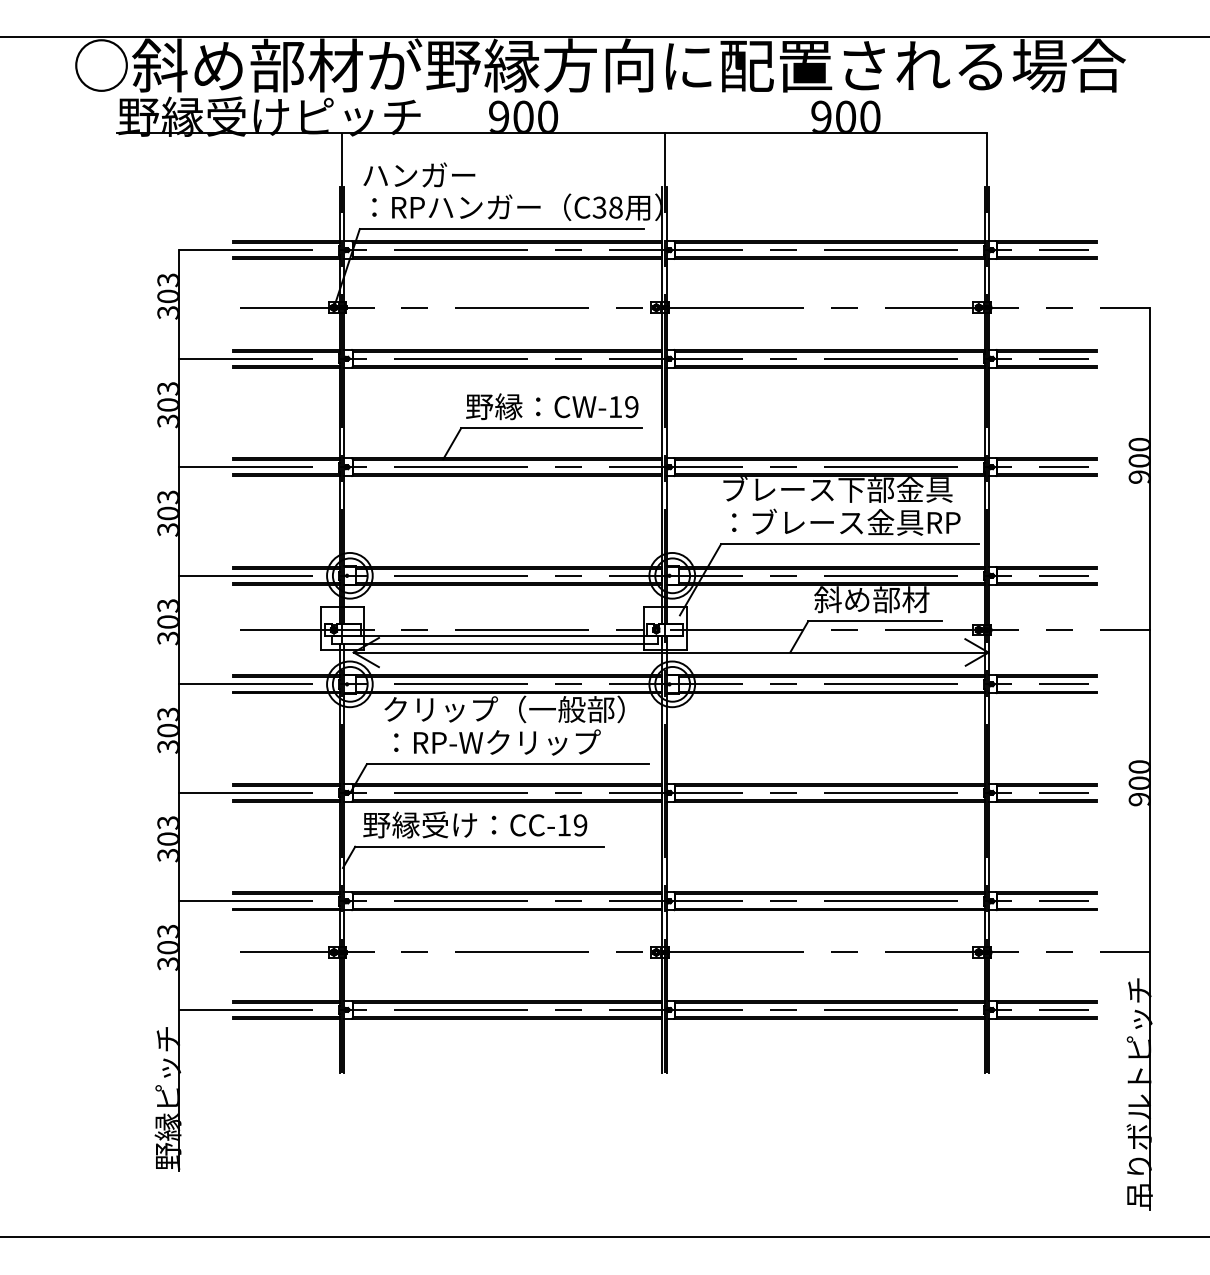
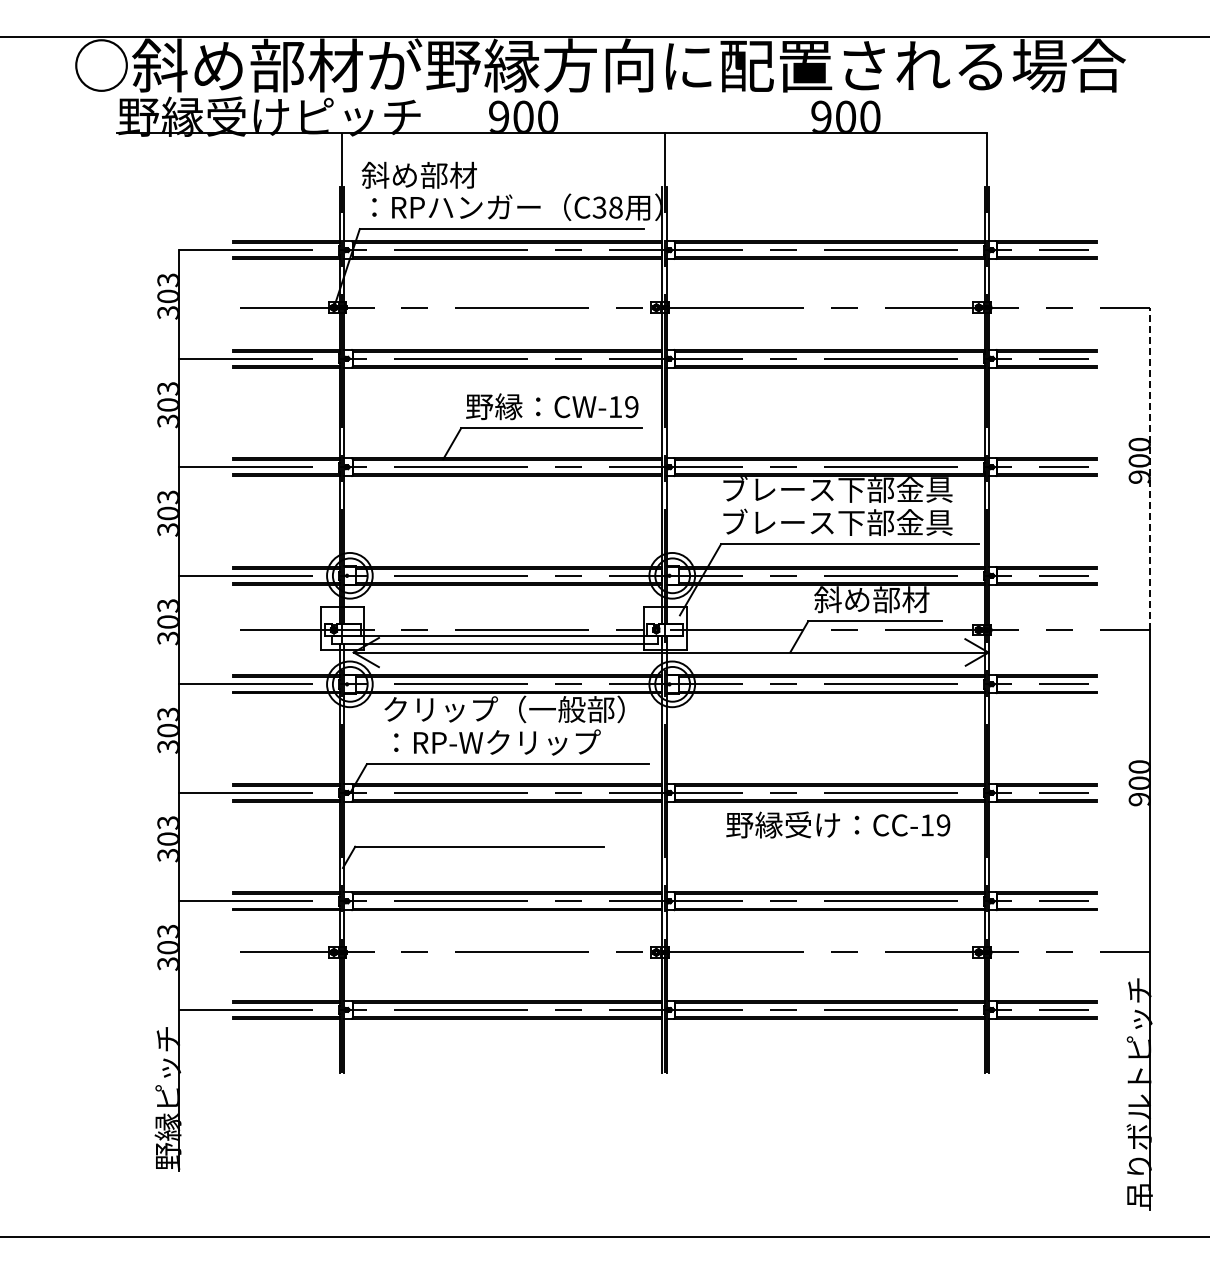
text at (418, 174): ハンガー -> 斜め部材
line at (1150, 468): solid -> dashed
text at (841, 521): ：ブレース金具RP -> ブレース下部金具
text at (475, 824) position: (475, 824) -> (838, 824)
